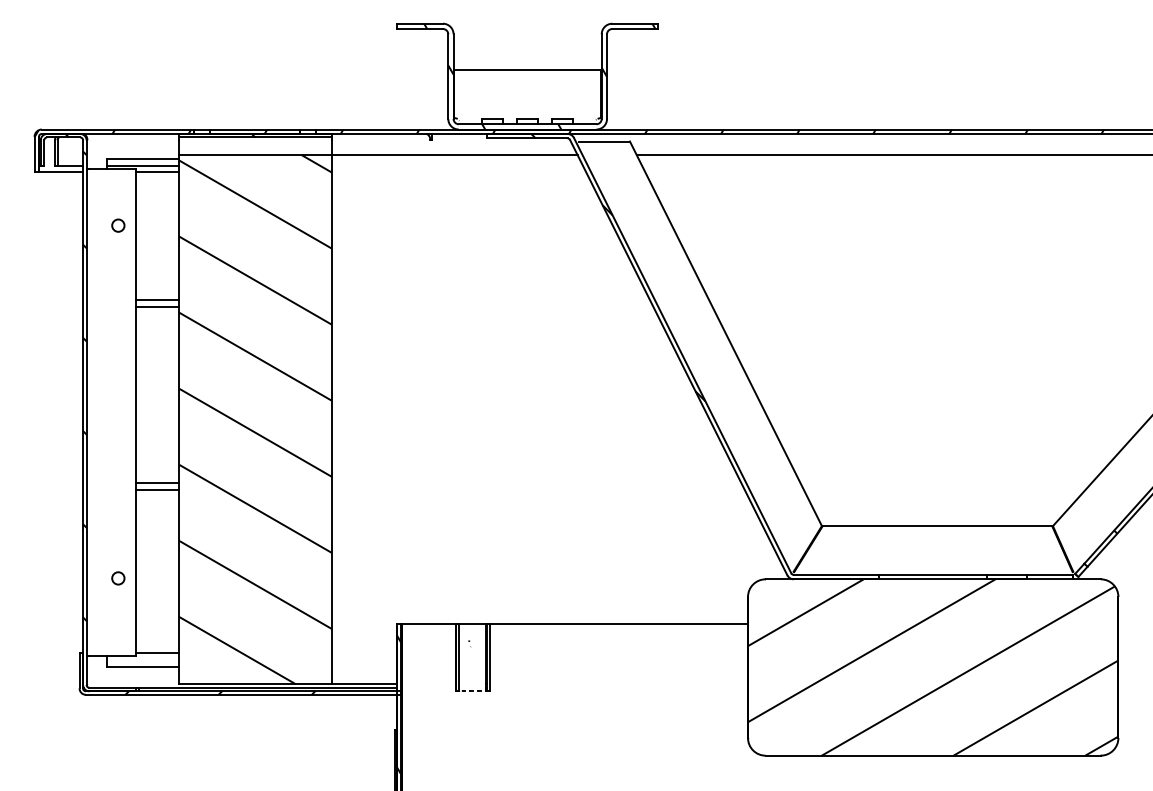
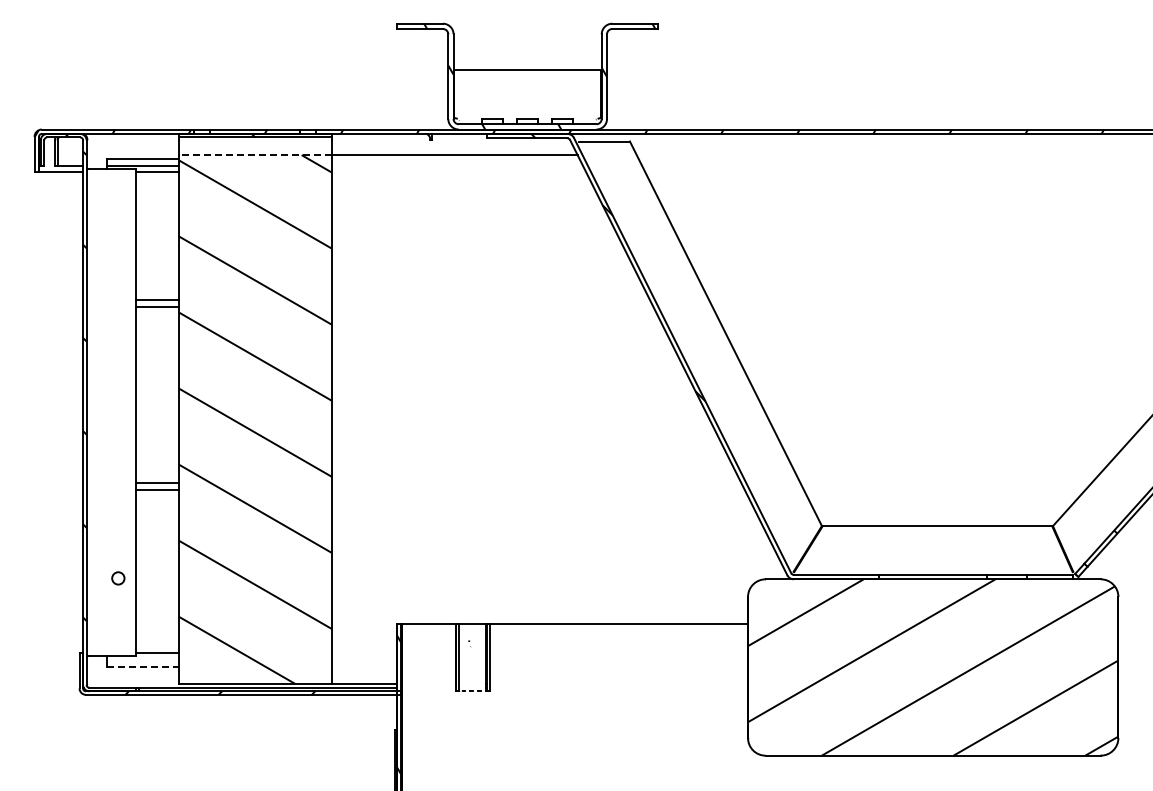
line at (254, 155): solid -> dashed
line at (892, 155): present -> none
circle at (118, 225): present -> none
line at (143, 666): solid -> dashed
